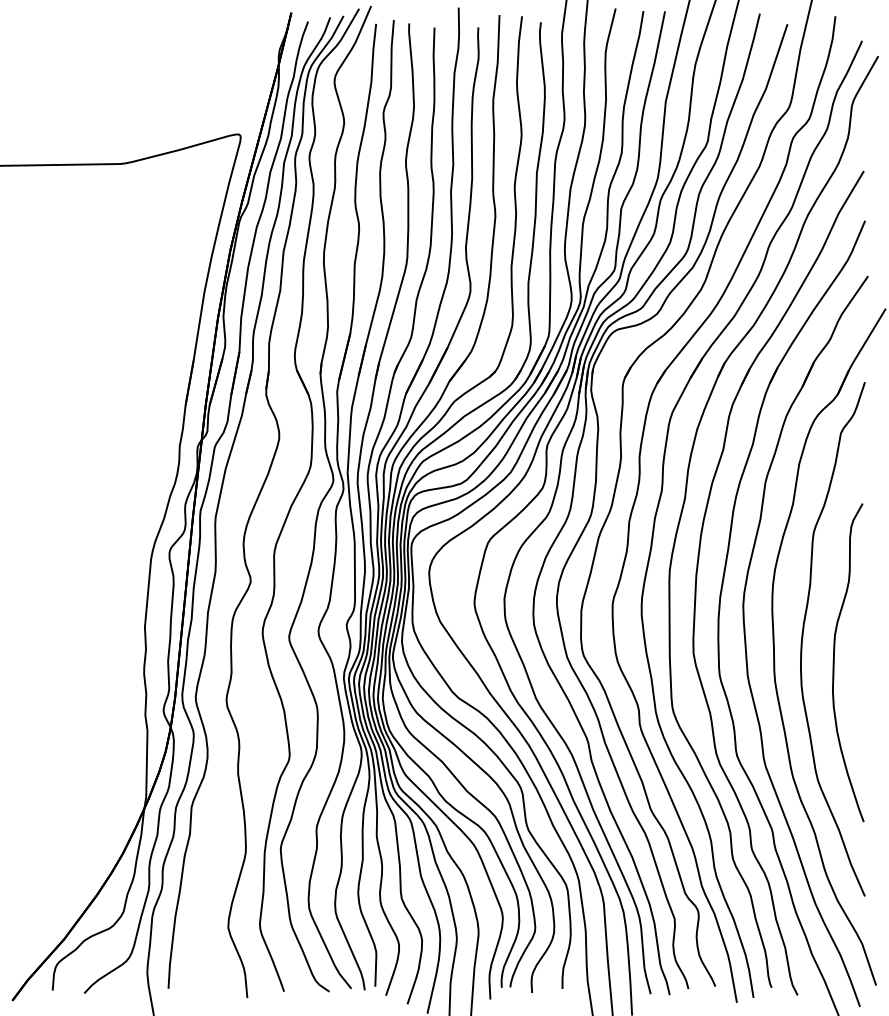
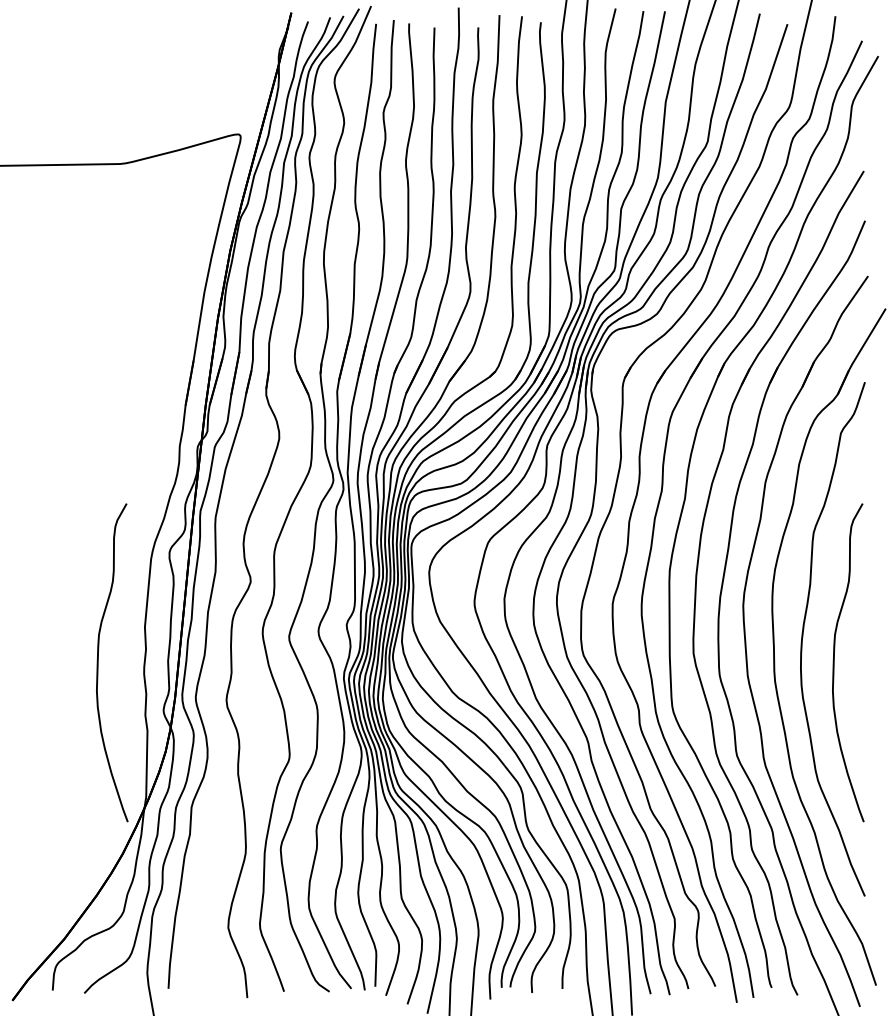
curve at (98, 662): none -> present
